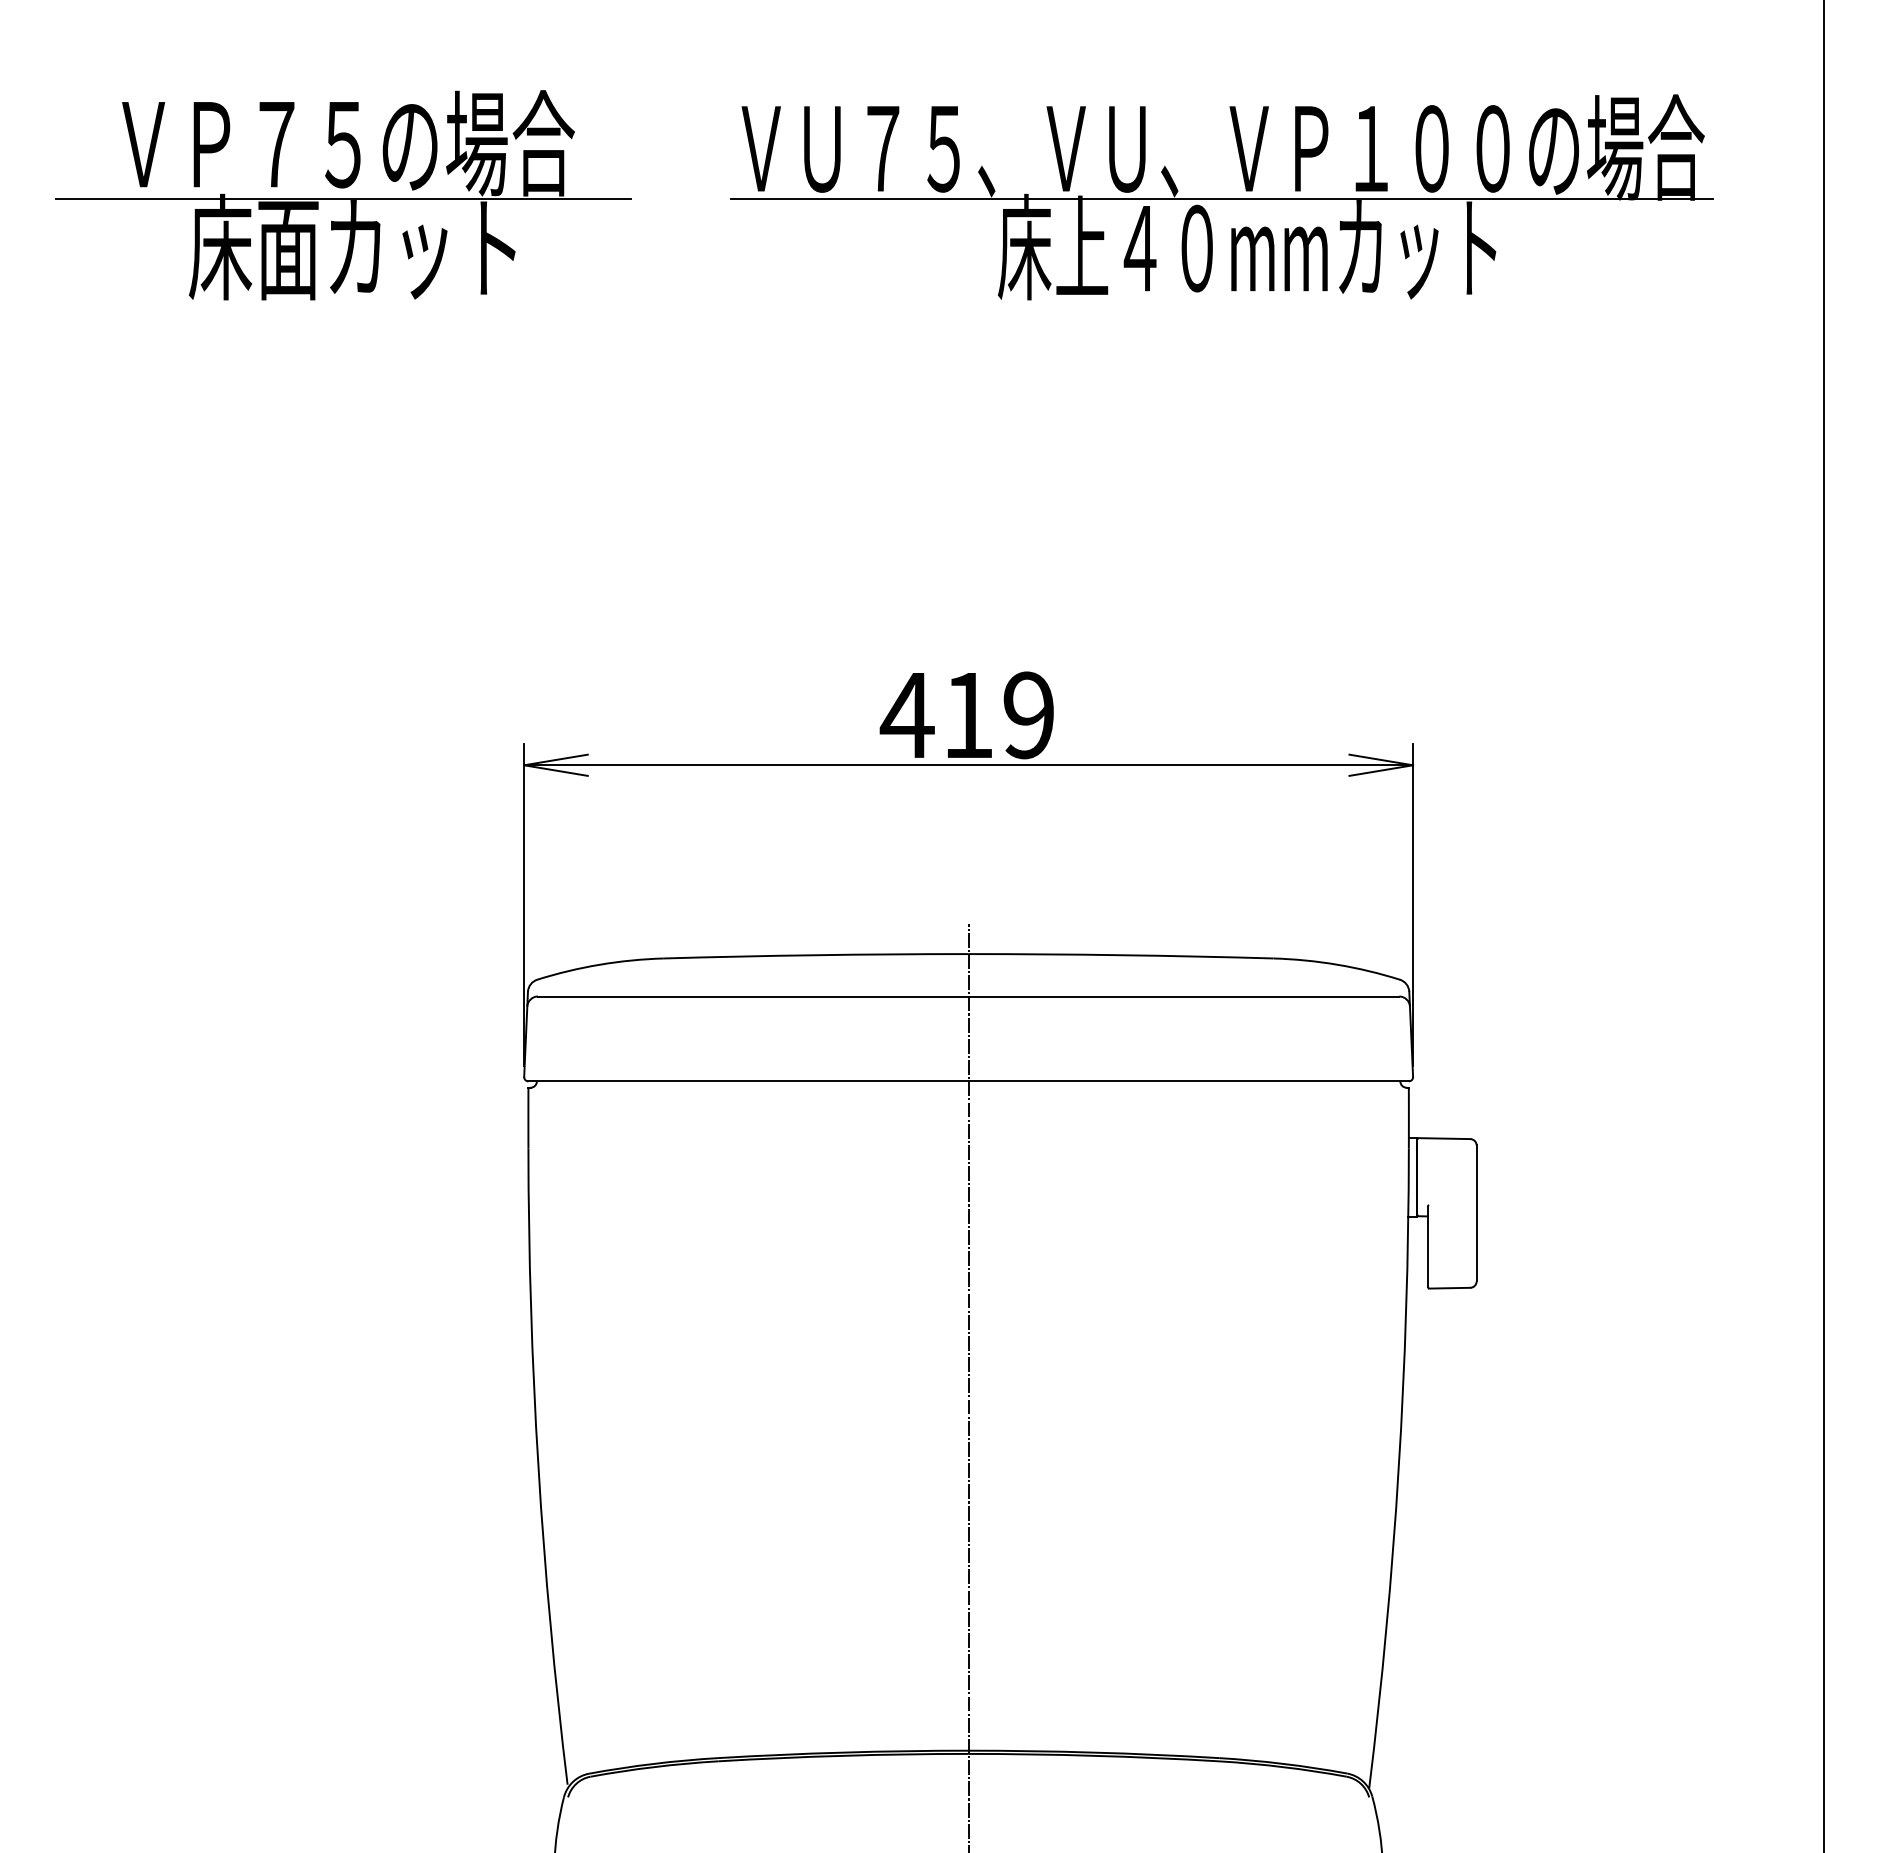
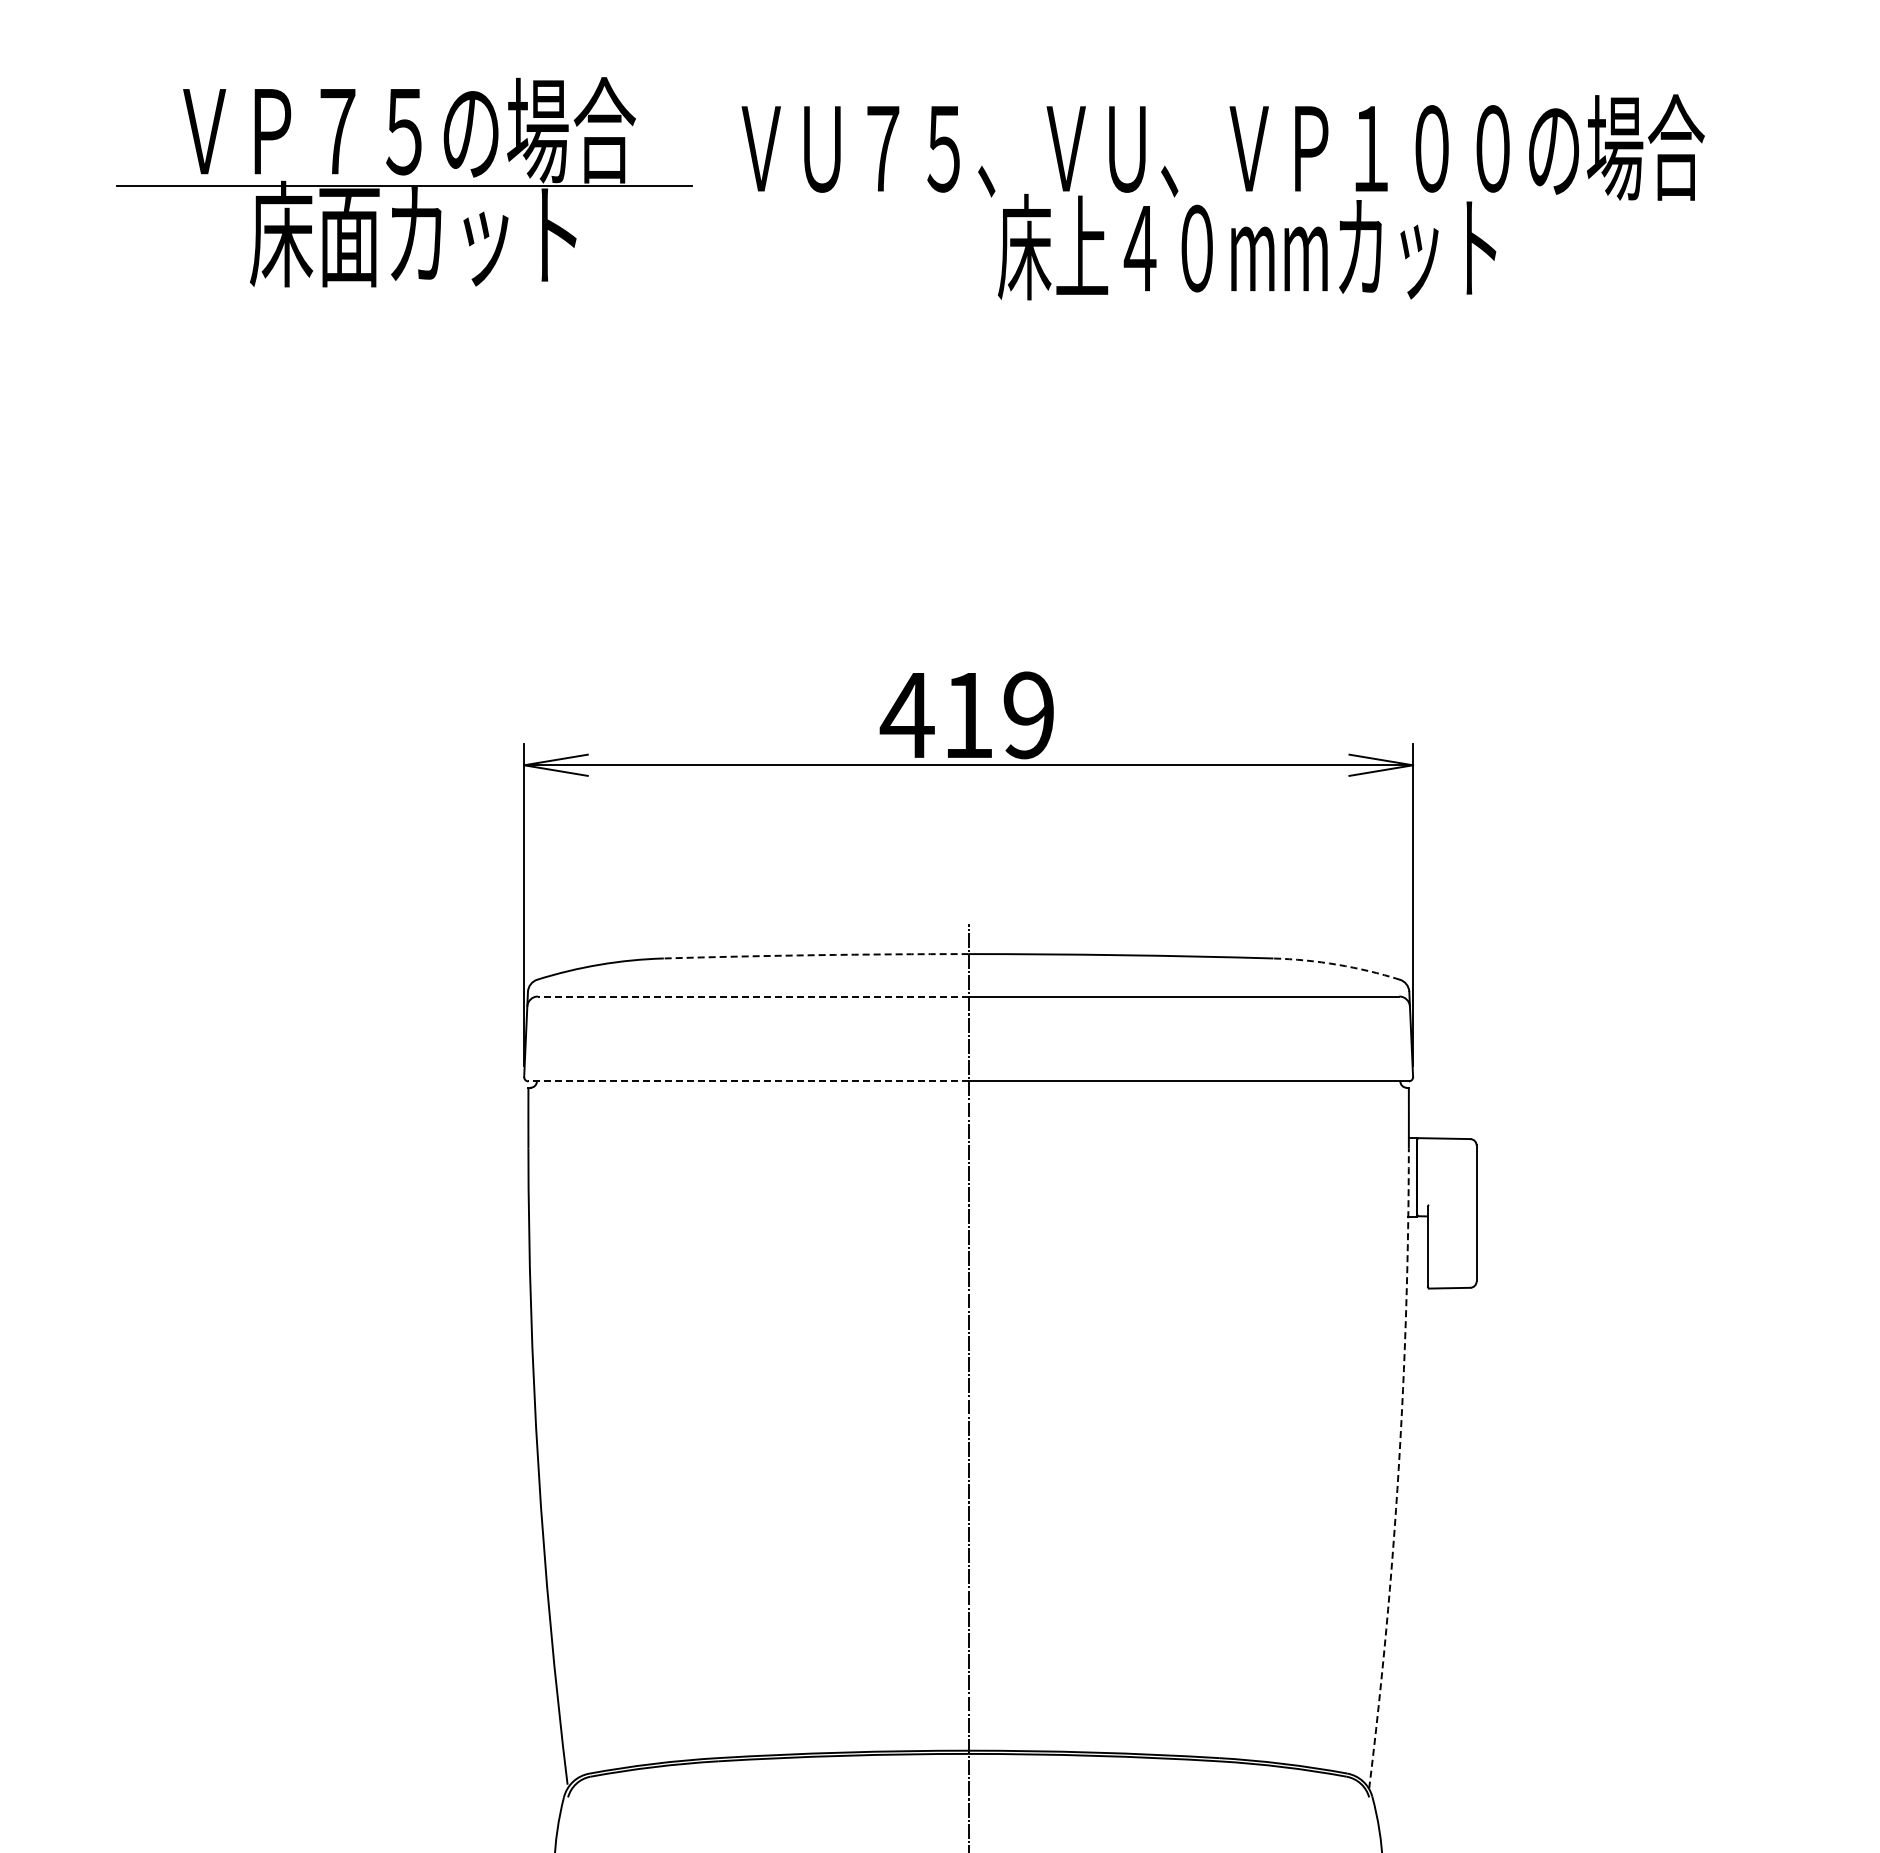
part at (343, 195) position: (343, 195) -> (404, 182)
line at (1222, 198): present -> none
line at (1823, 925): present -> none
arc at (816, 955): solid -> dashed
arc at (1337, 964): solid -> dashed
line at (752, 996): solid -> dashed
line at (748, 1081): solid -> dashed
arc at (1398, 1469): solid -> dashed
